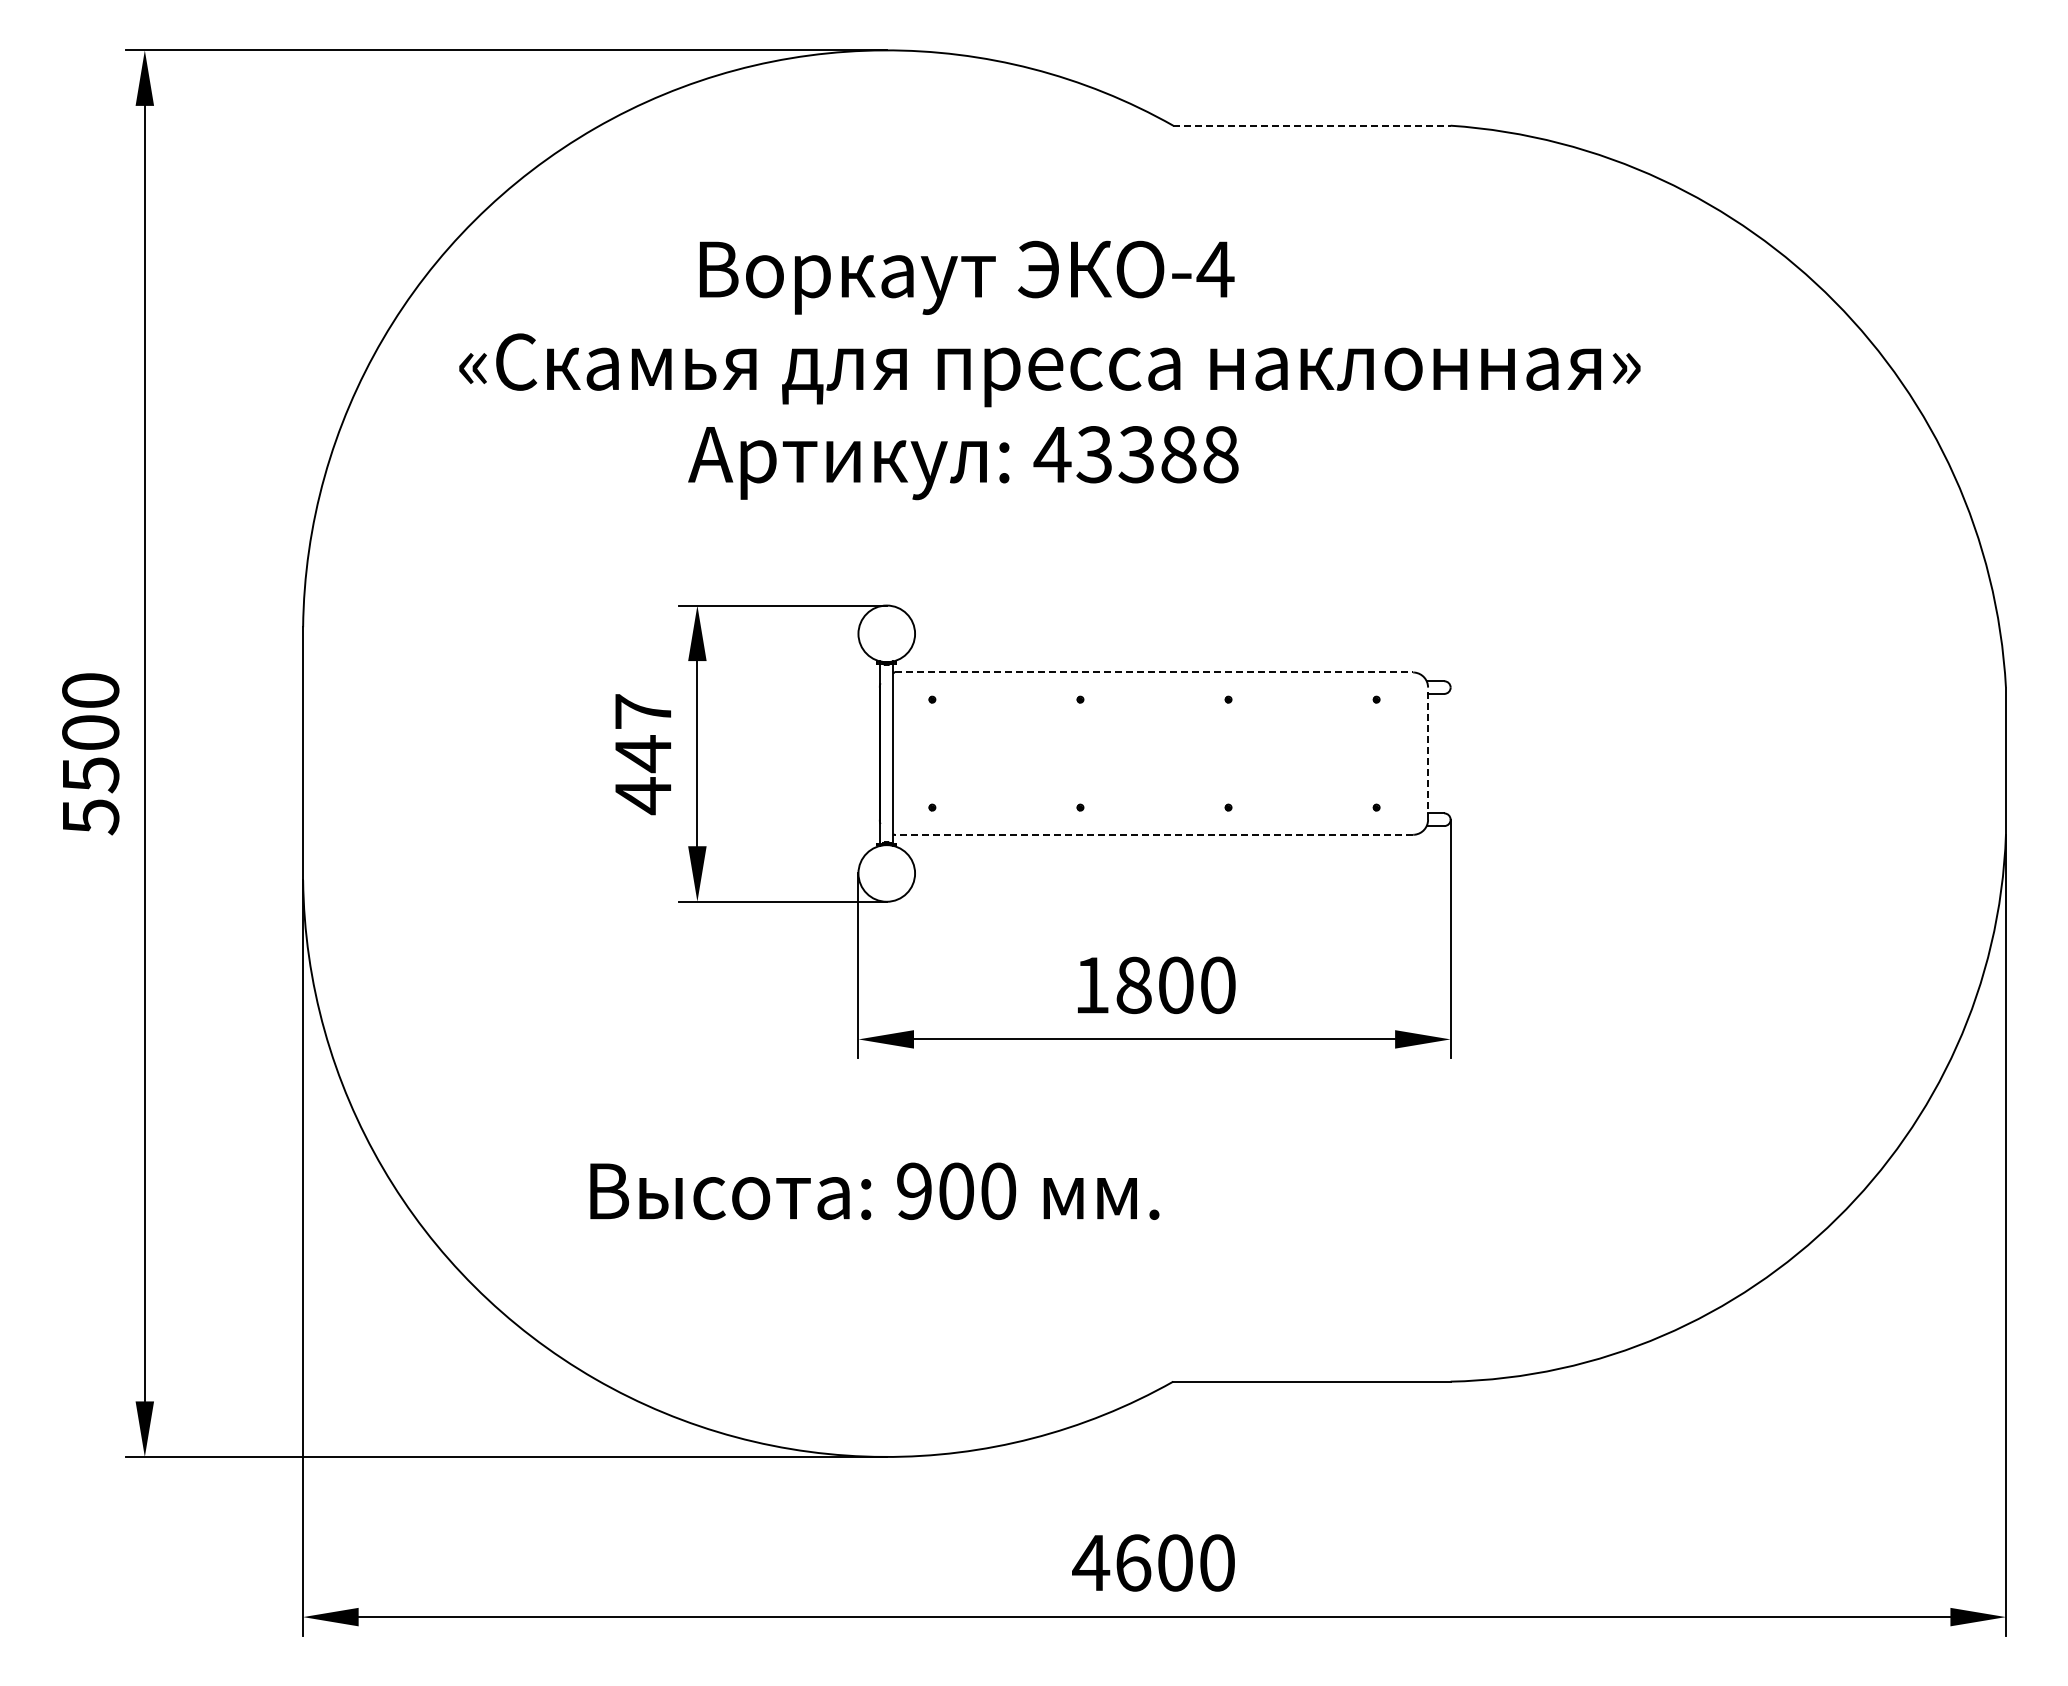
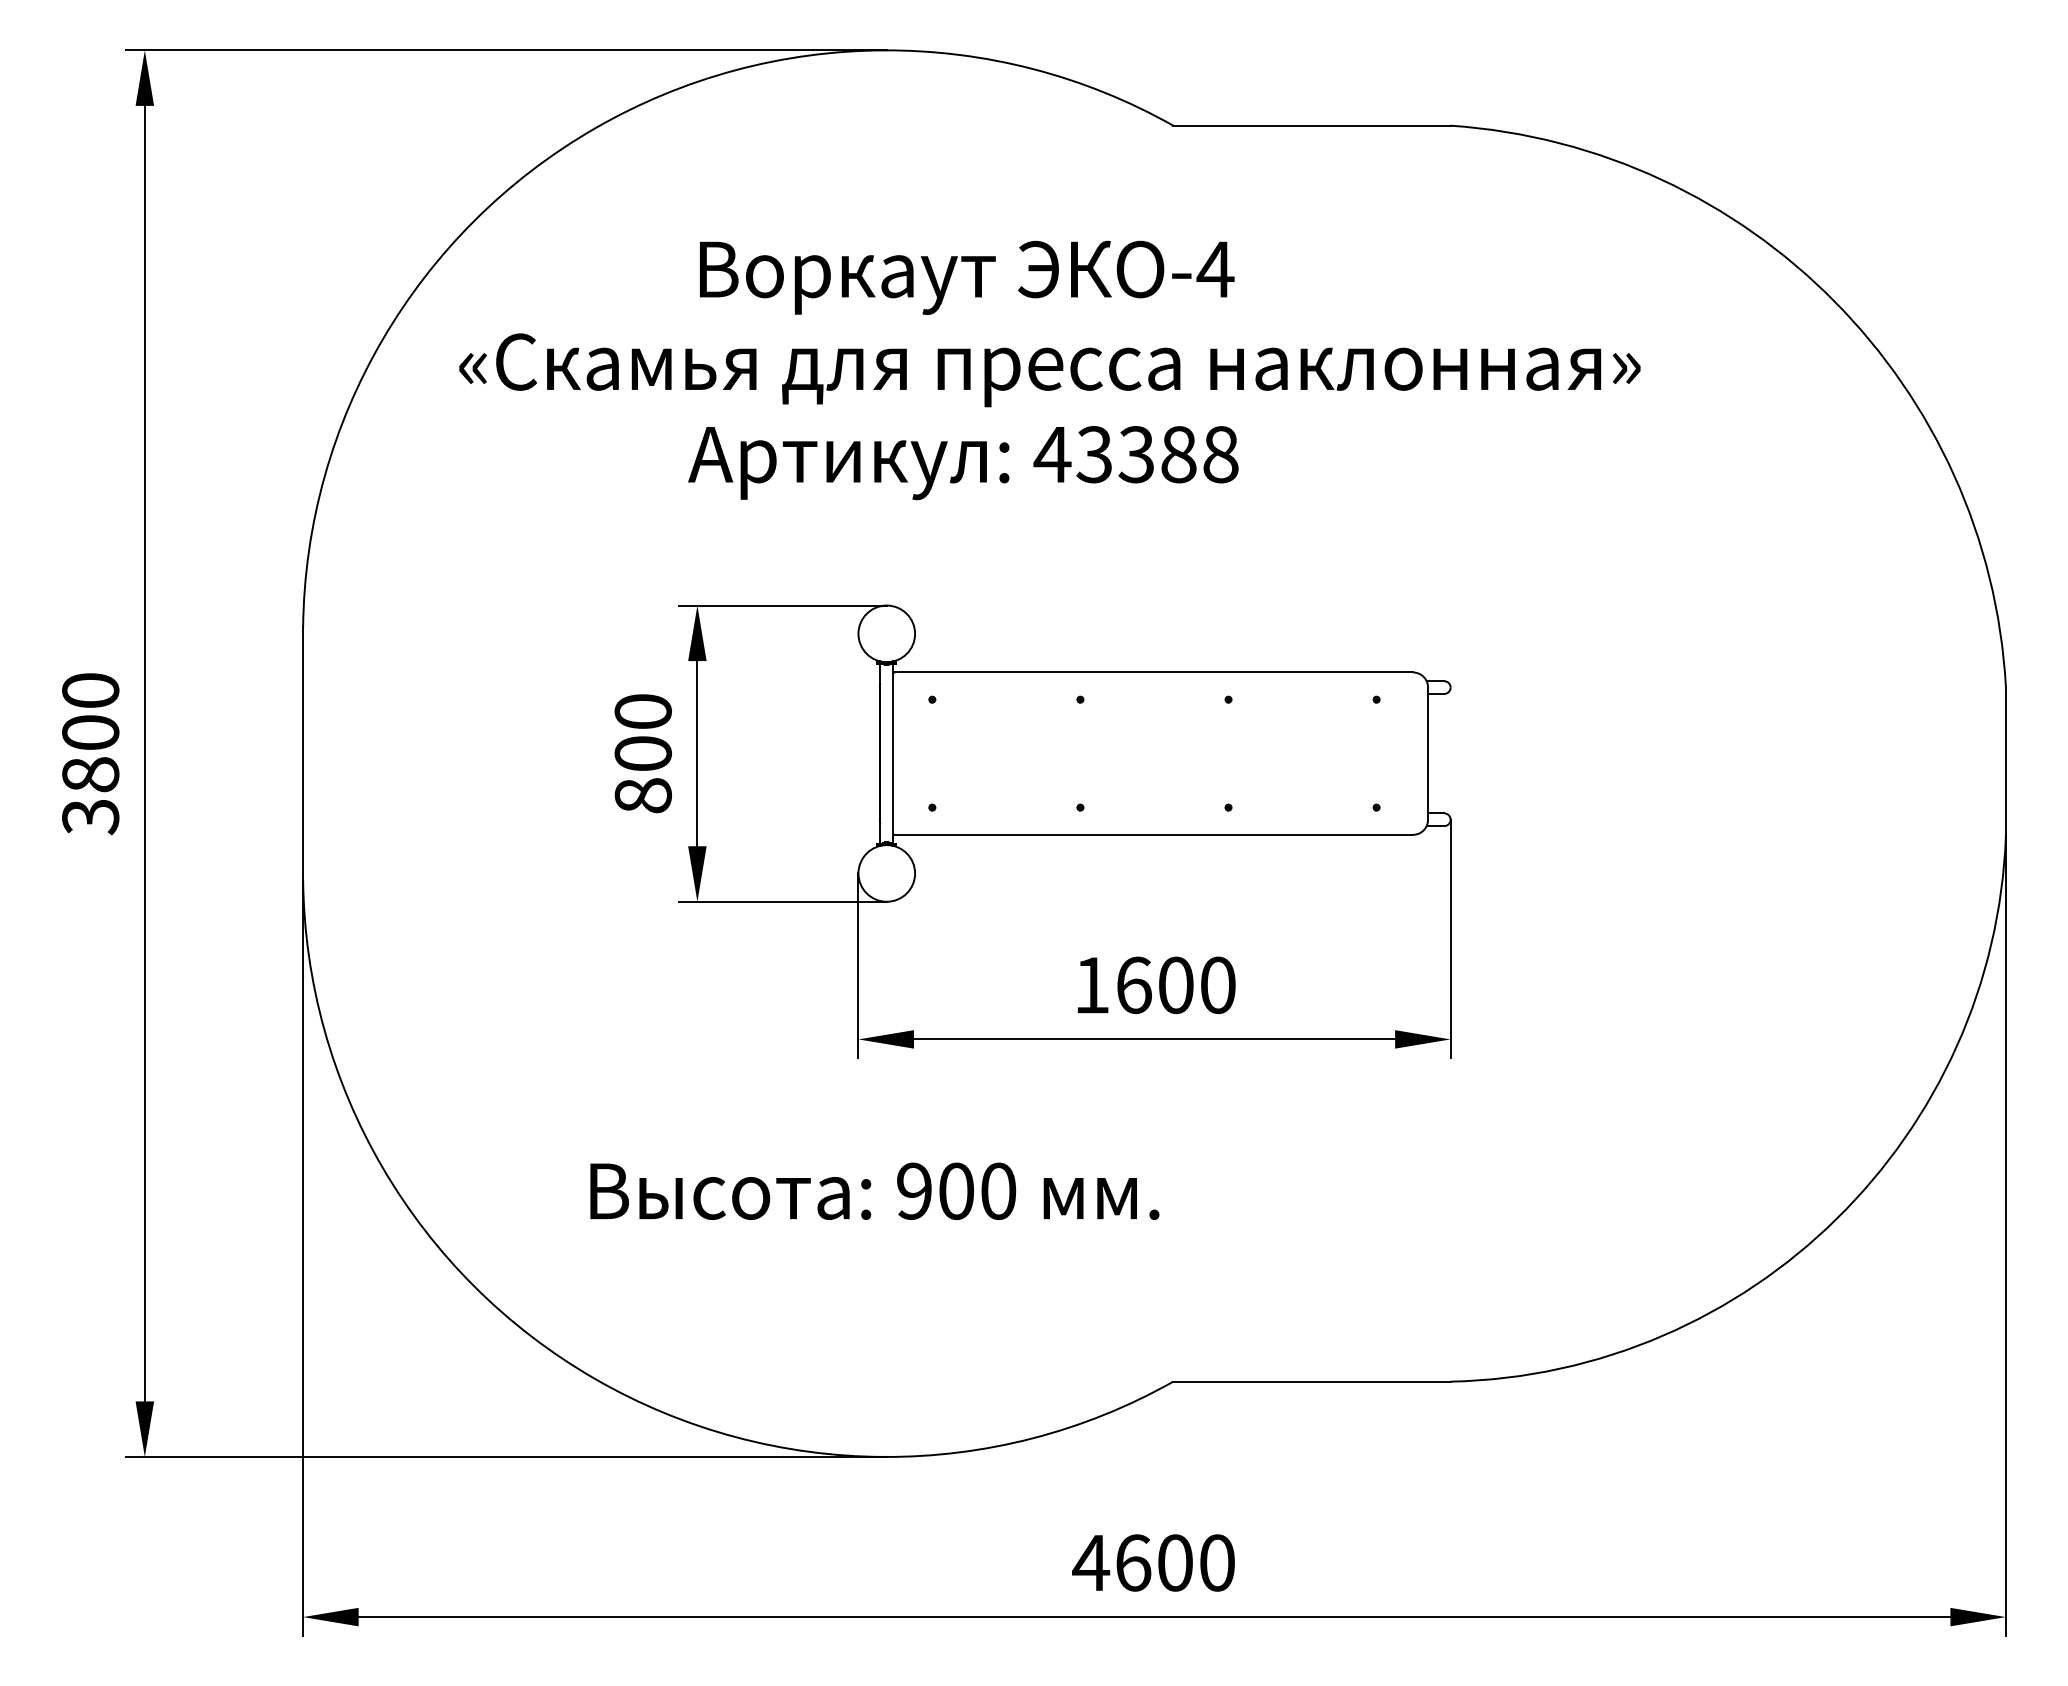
line at (1311, 125): dashed -> solid
line at (1154, 672): dashed -> solid
line at (1428, 753): dashed -> solid
text at (642, 754): 447 -> 800
text at (90, 796): 5500 -> 3800
line at (1153, 834): dashed -> solid
text at (1133, 985): 1800 -> 1600
